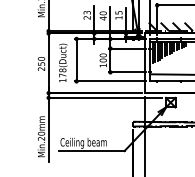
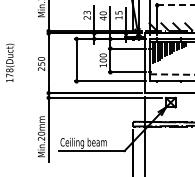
line at (176, 5): solid -> dashed
text at (63, 62) position: (63, 62) -> (10, 62)
line at (172, 74): solid -> dashed
